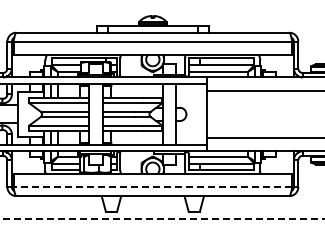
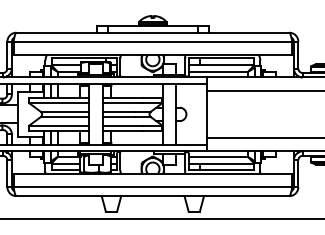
line at (152, 187): dashed -> solid
line at (162, 219): dashed -> solid
